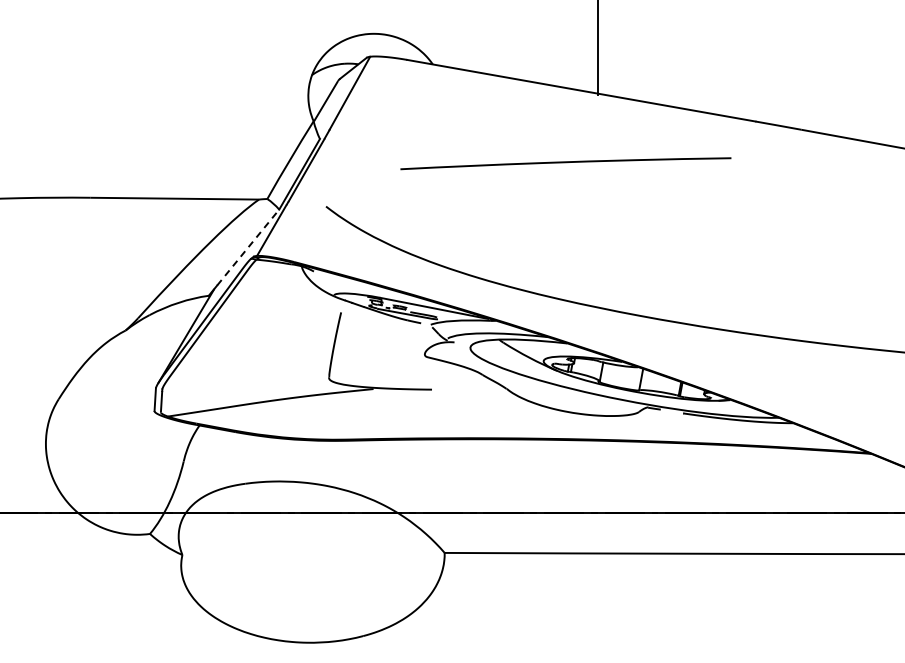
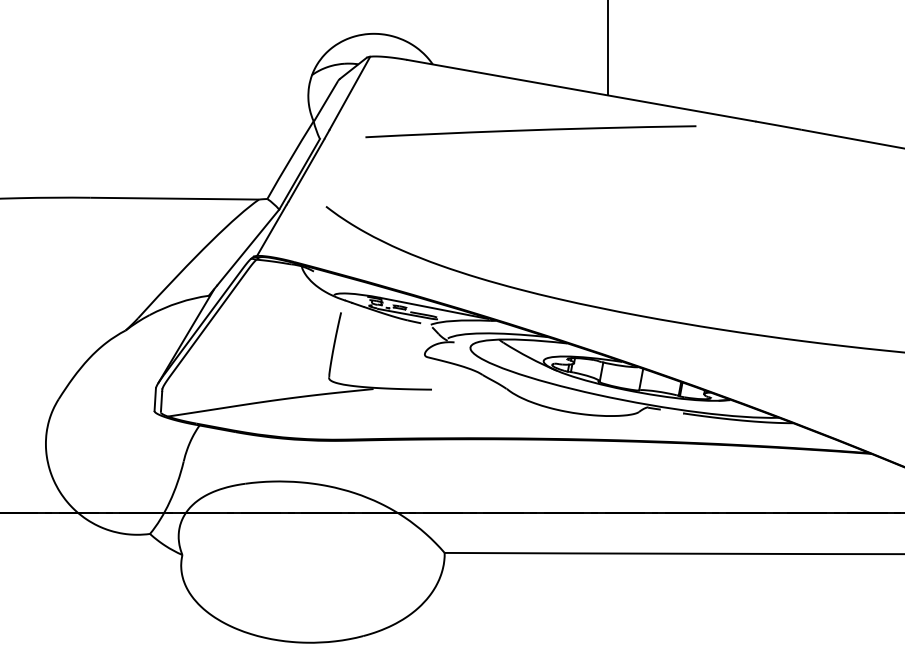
line at (597, 48) position: (597, 48) -> (607, 48)
curve at (565, 163) position: (565, 163) -> (530, 131)
line at (248, 247): dashed -> solid
